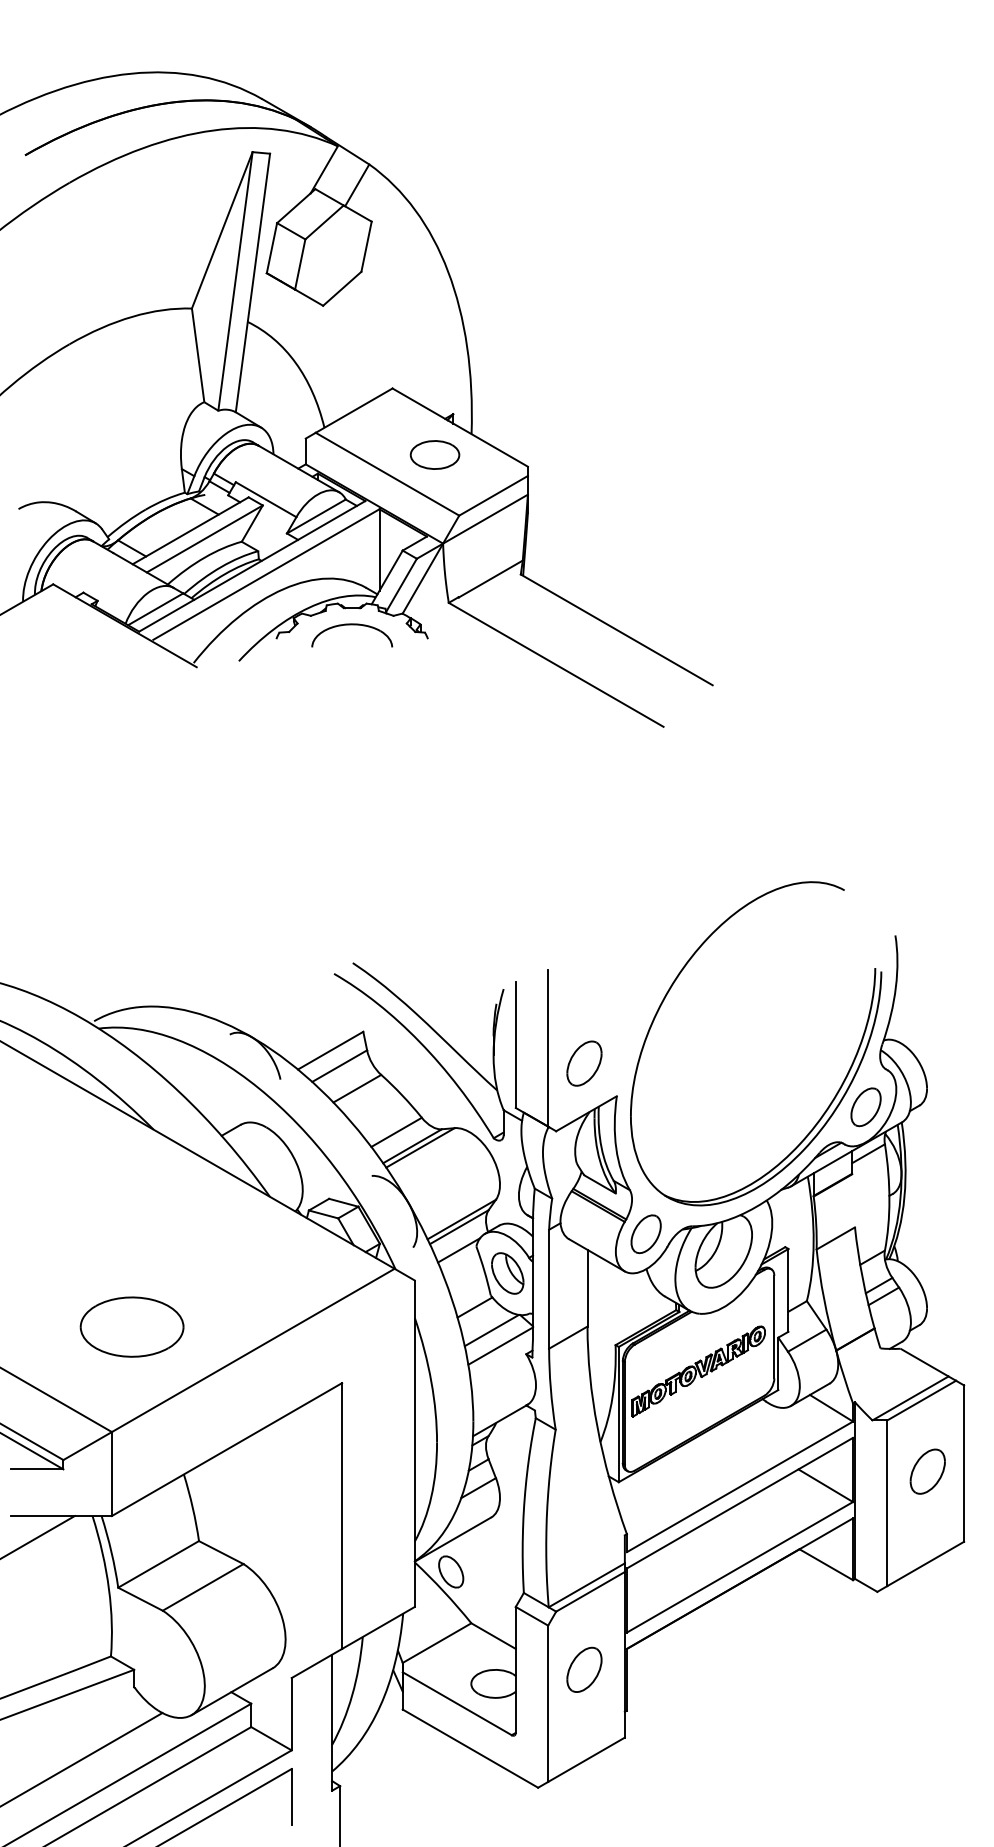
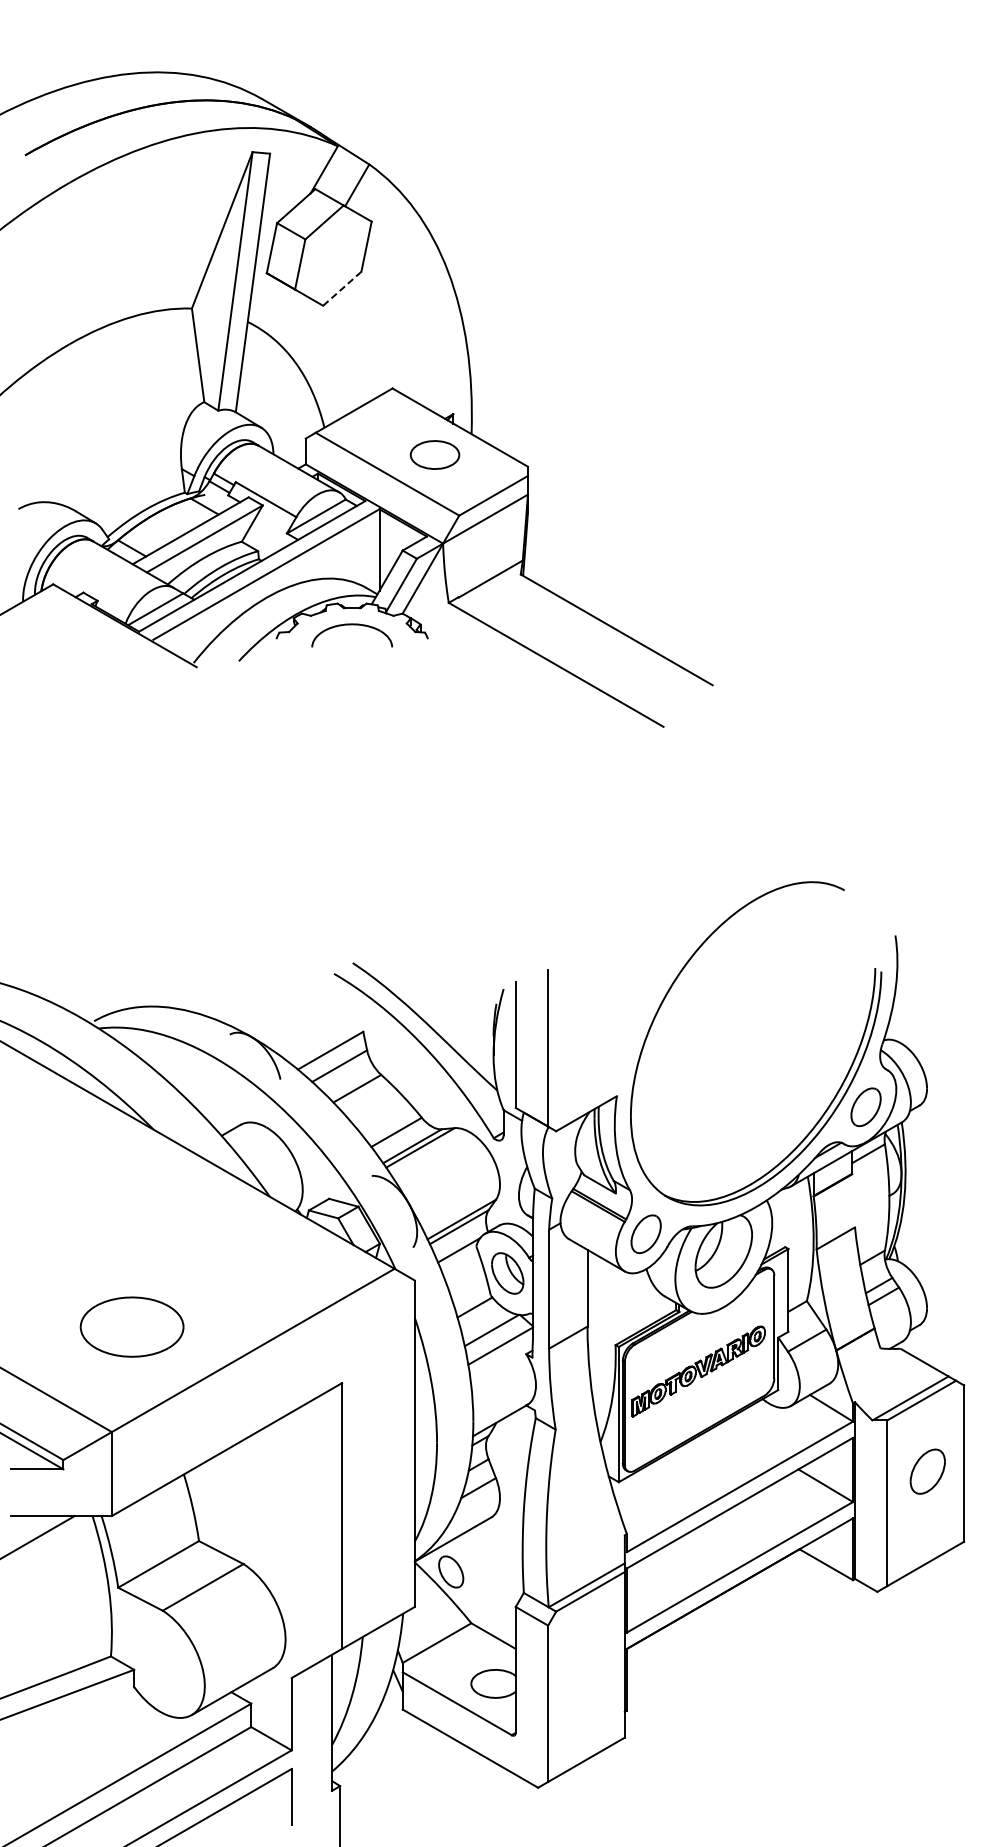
line at (342, 288): solid -> dashed
part at (584, 1063): present -> none
part at (584, 1669): present -> none
line at (82, 1759): present -> none
